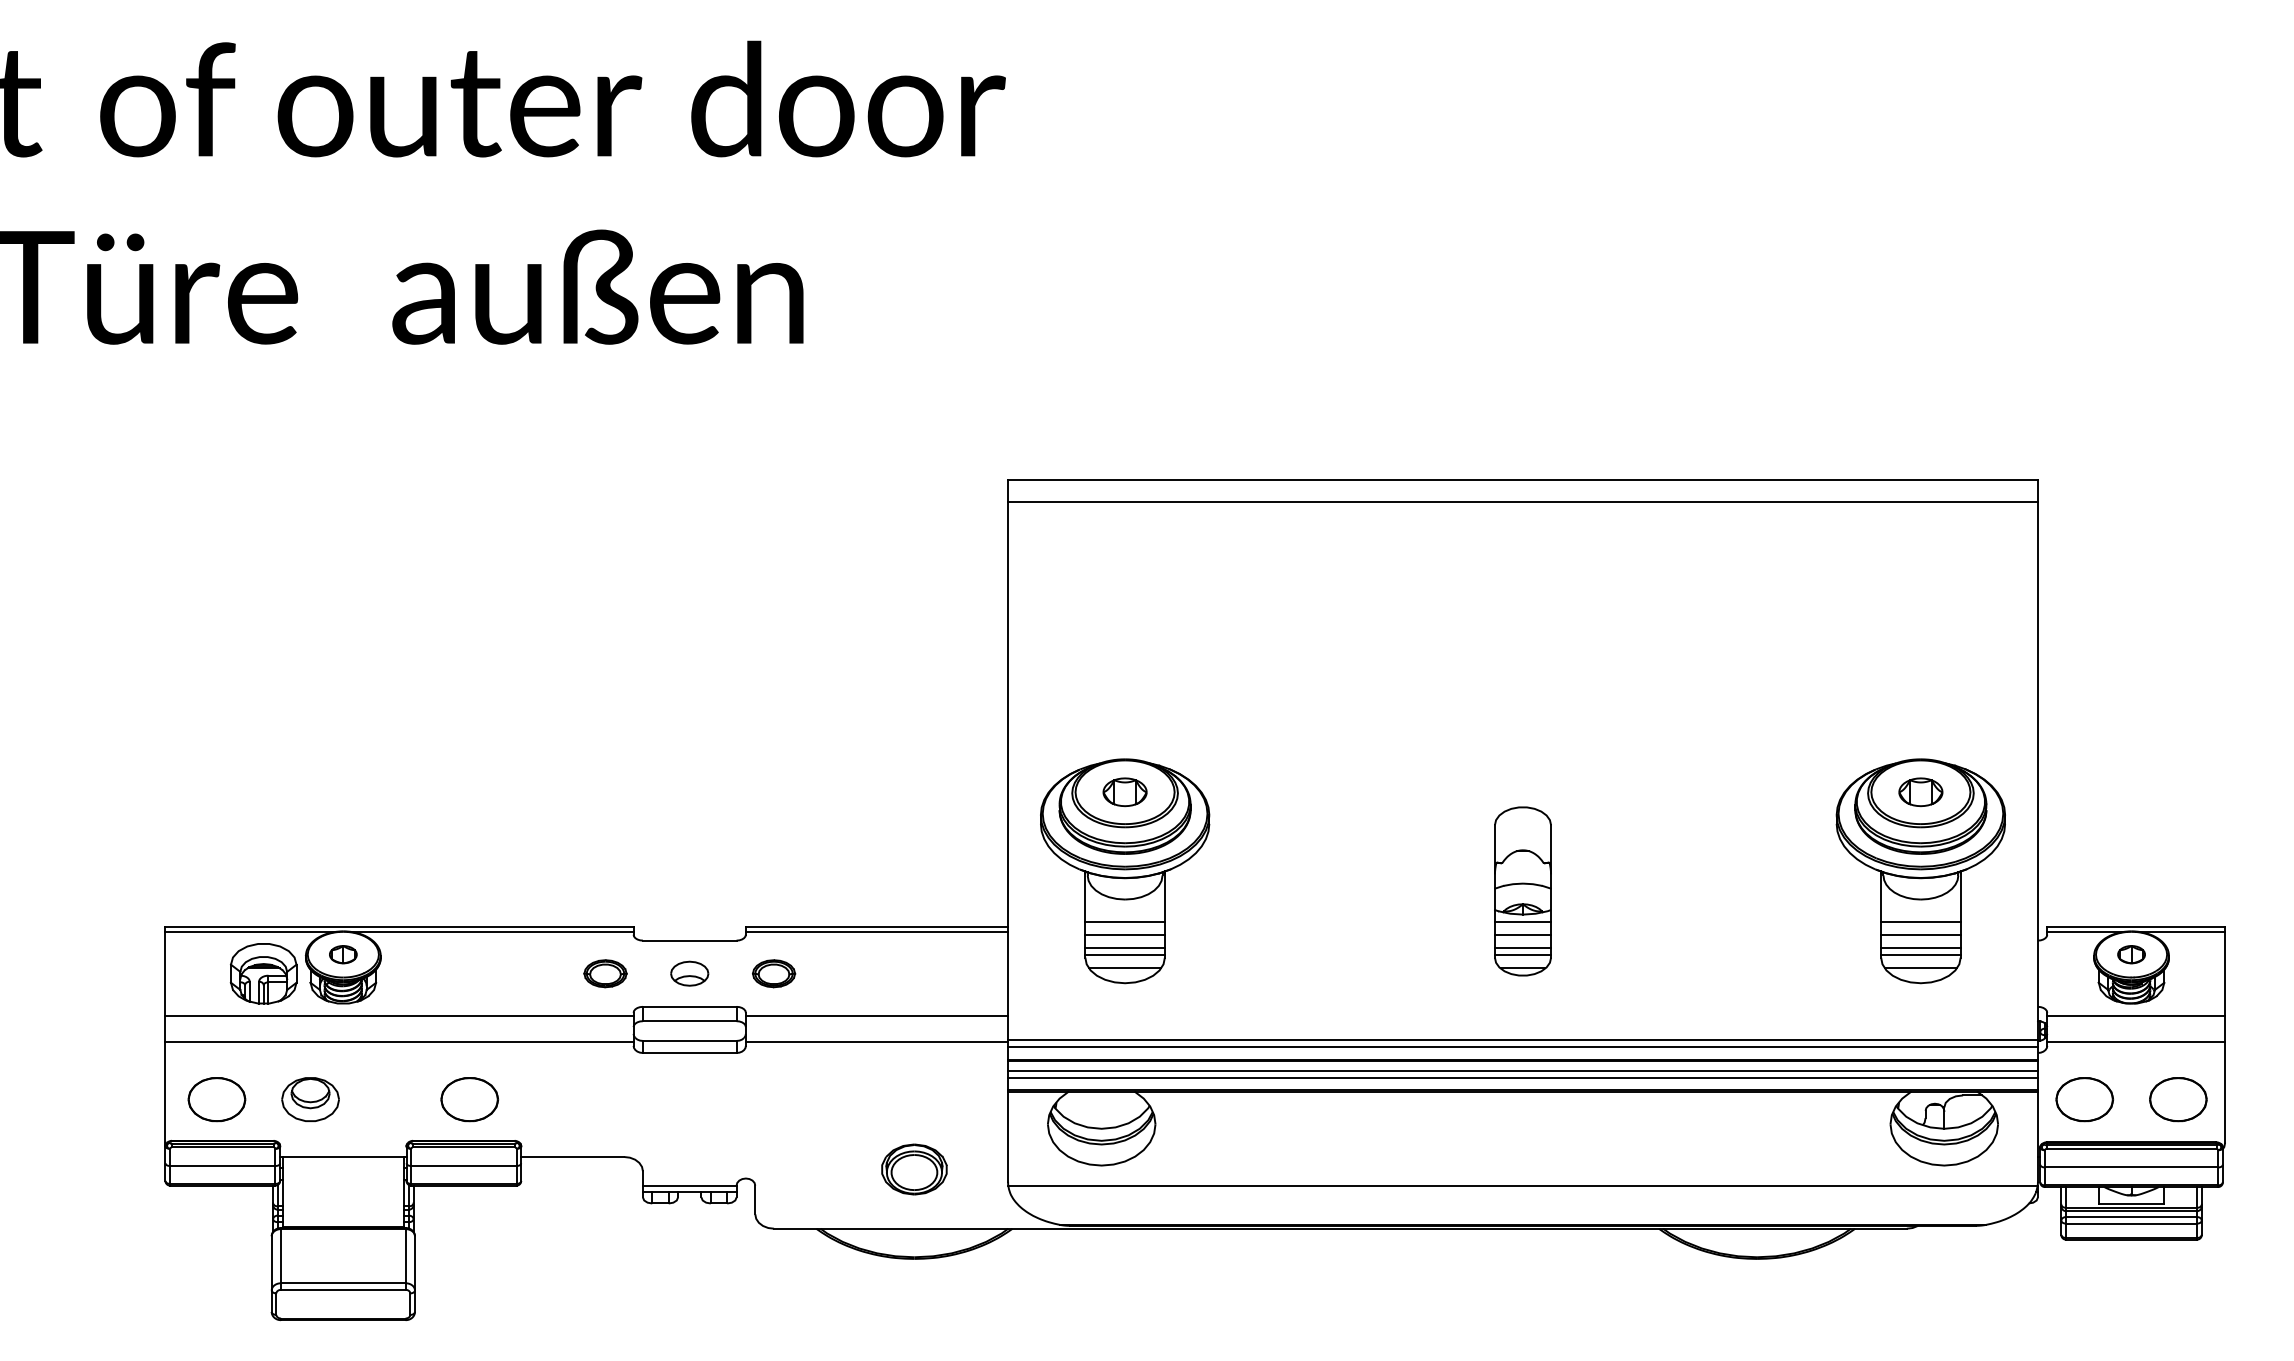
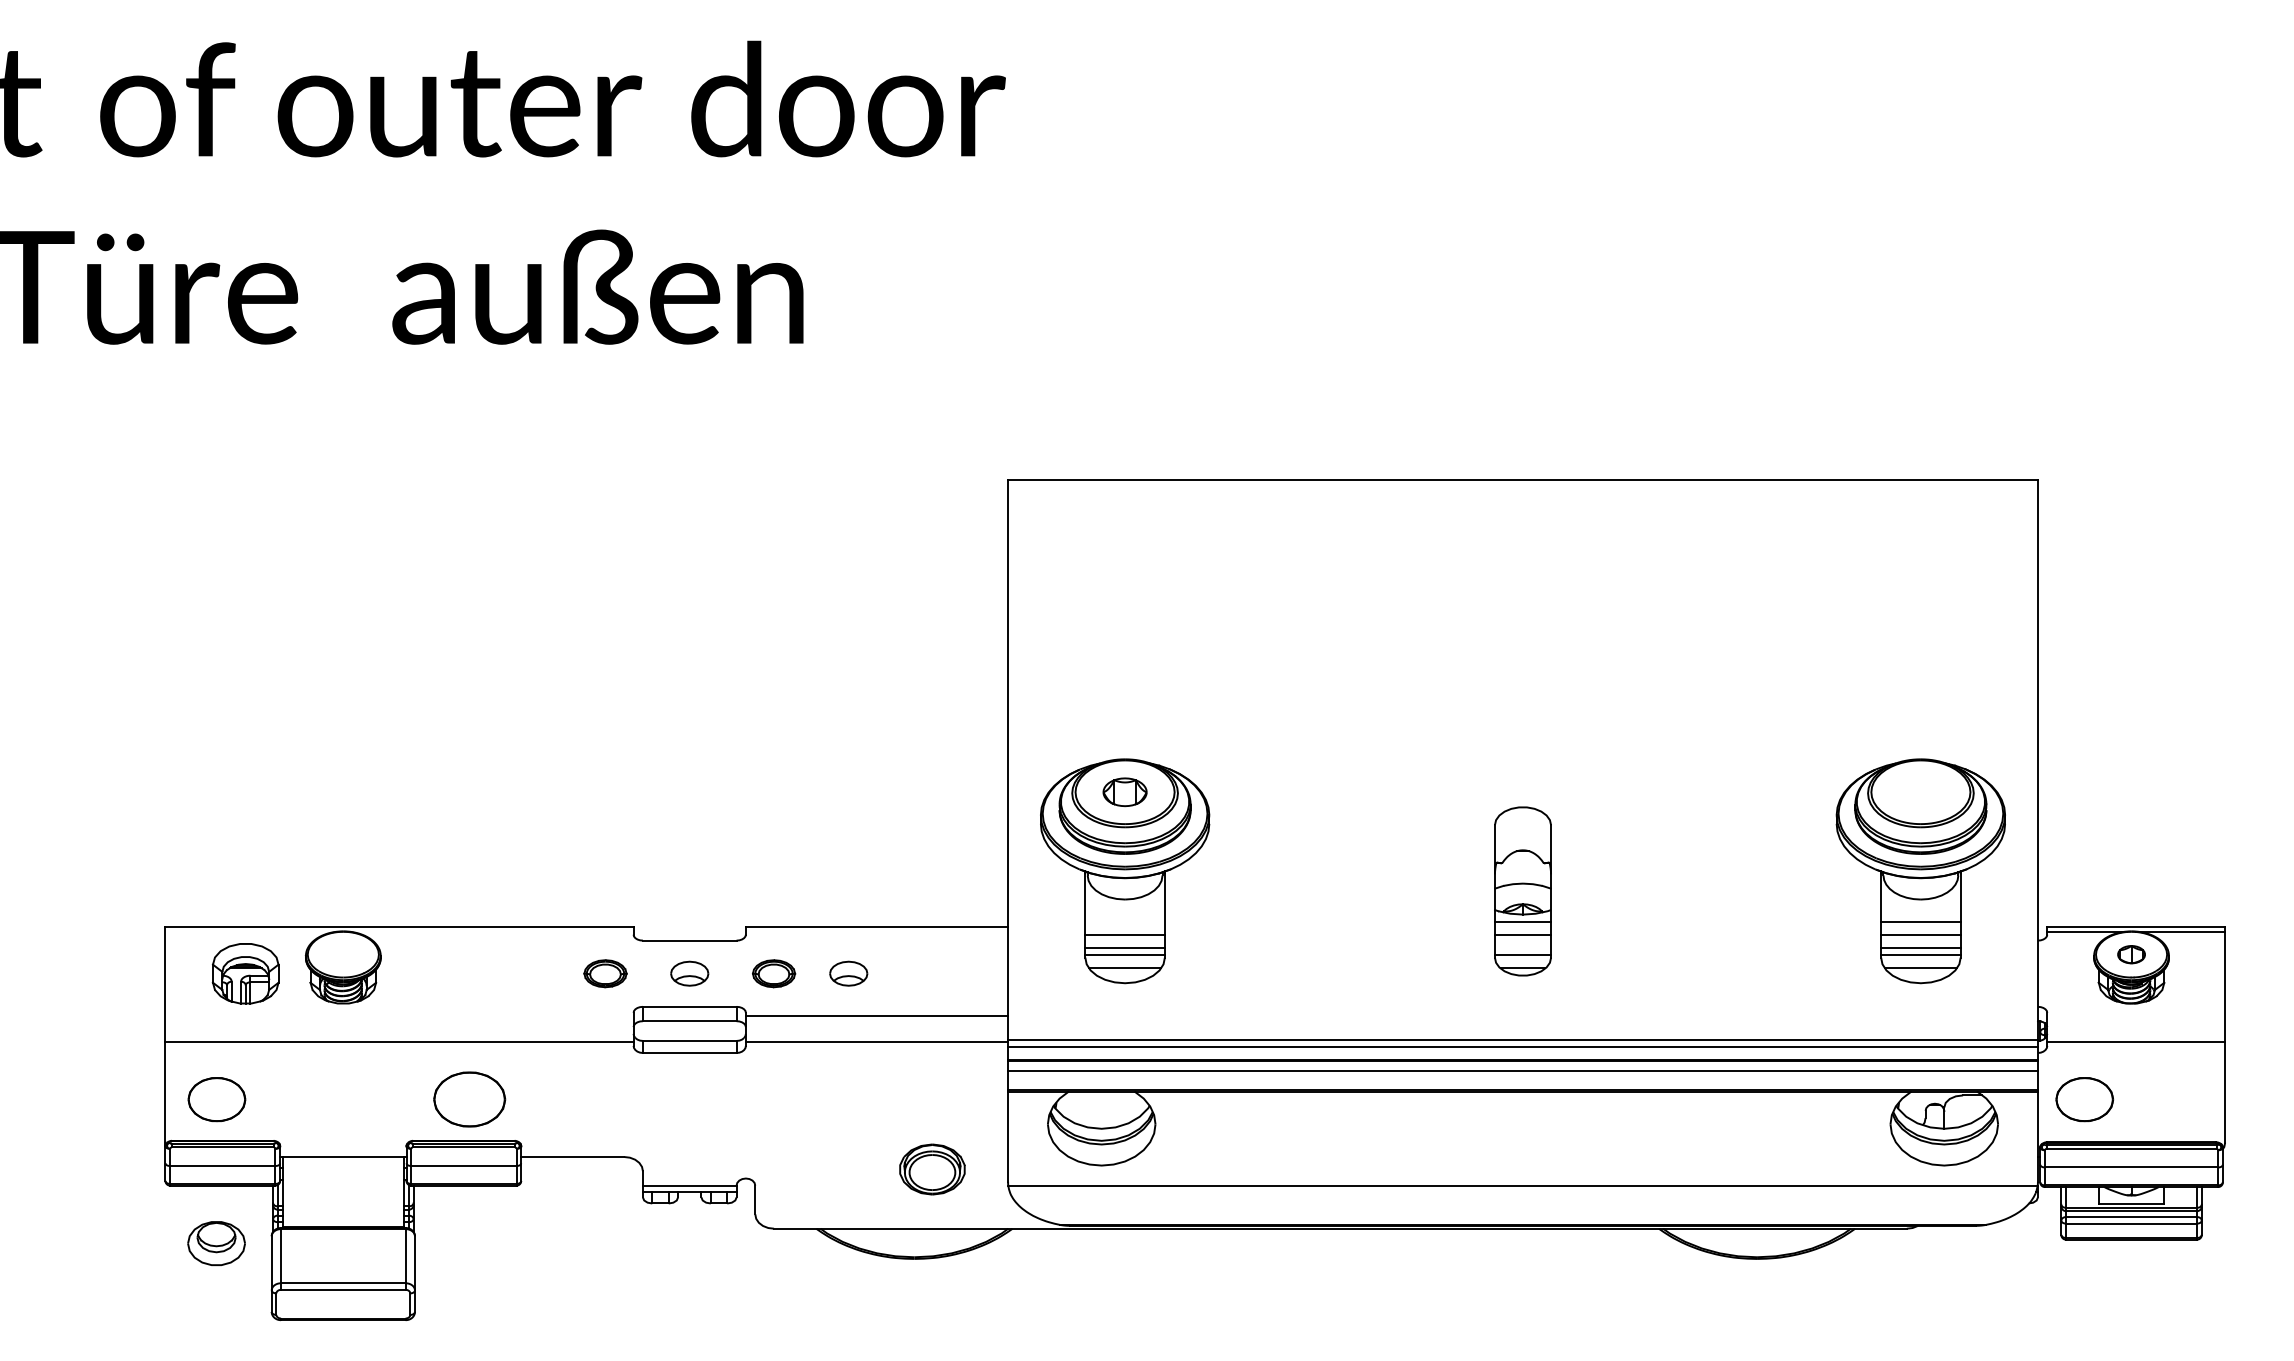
line at (1522, 501): present -> none
part at (1920, 792): present -> none
line at (1124, 922): present -> none
line at (252, 931): present -> none
line at (490, 931): present -> none
line at (876, 931): present -> none
line at (1522, 947): present -> none
part at (343, 954): present -> none
part at (263, 973) position: (263, 973) -> (245, 973)
part at (848, 973): none -> present
line at (399, 1015): present -> none
line at (2136, 1015): present -> none
line at (1522, 1077): present -> none
part at (310, 1099) position: (310, 1099) -> (216, 1243)
part at (469, 1099) size: 60x46 px -> 74x57 px
part at (2178, 1099): present -> none
part at (914, 1169) position: (914, 1169) -> (932, 1169)
